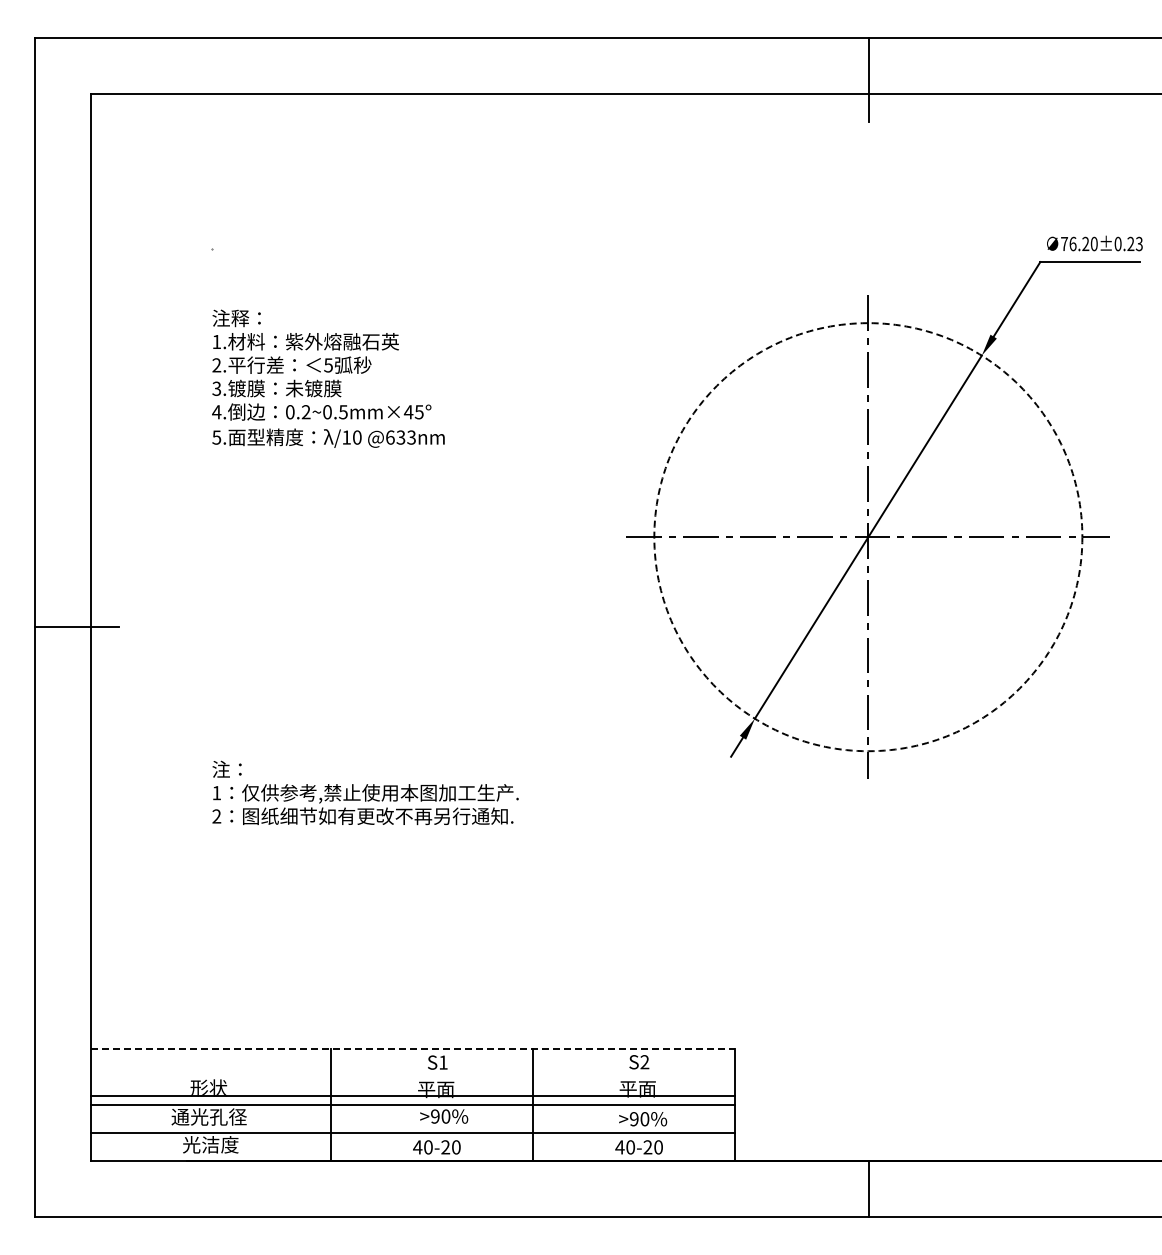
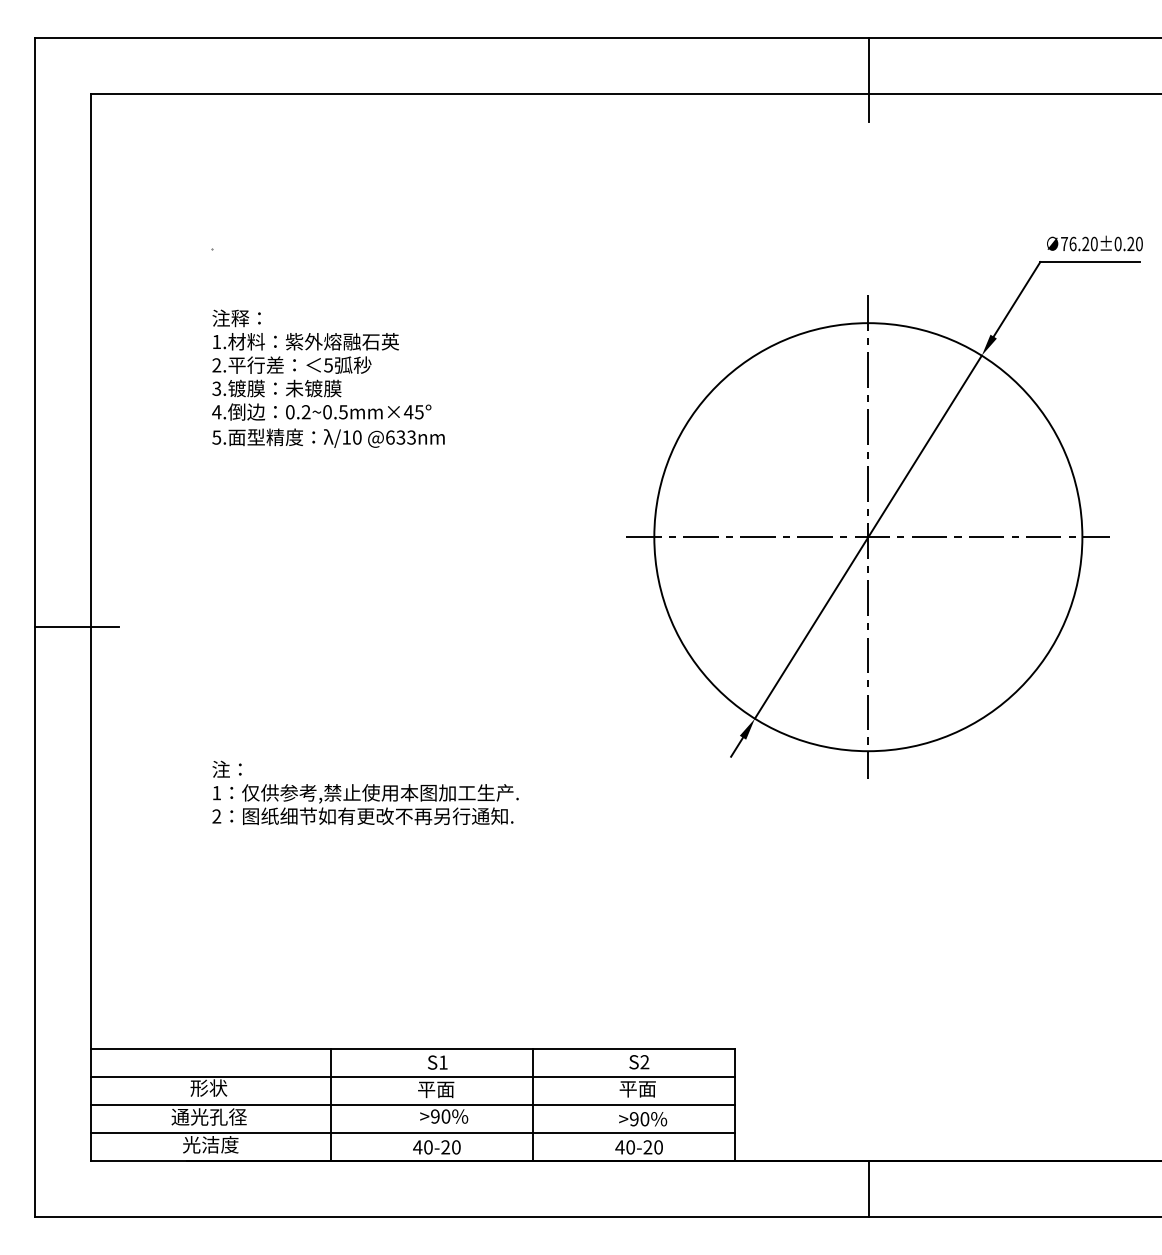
text at (1138, 244): 76.20±0.23 -> 76.20±0.20
circle at (868, 537): dashed -> solid
line at (413, 1048): dashed -> solid
line at (413, 1095) position: (413, 1095) -> (413, 1076)
